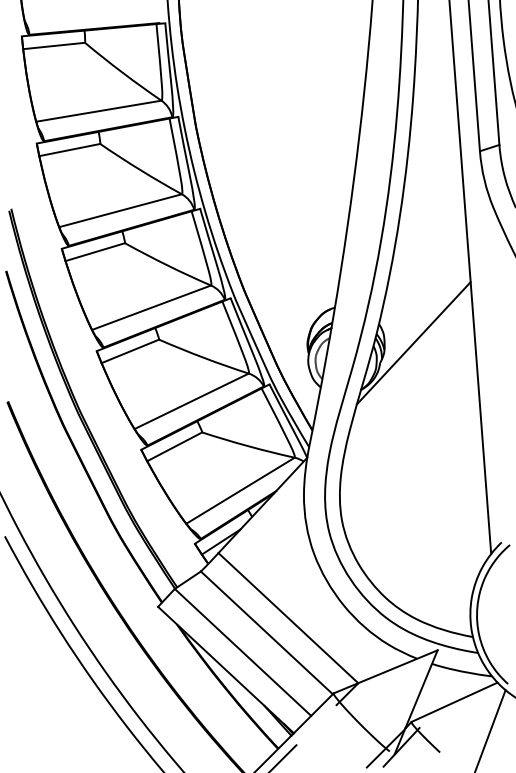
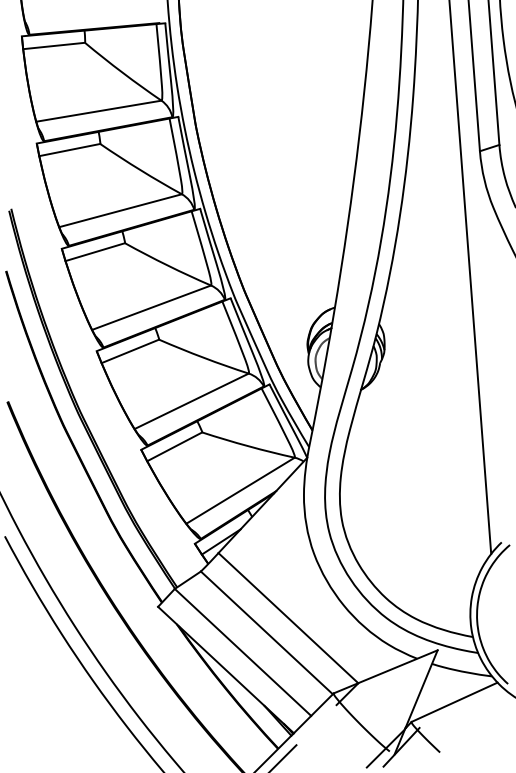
line at (413, 343): present -> none
line at (490, 729): present -> none
